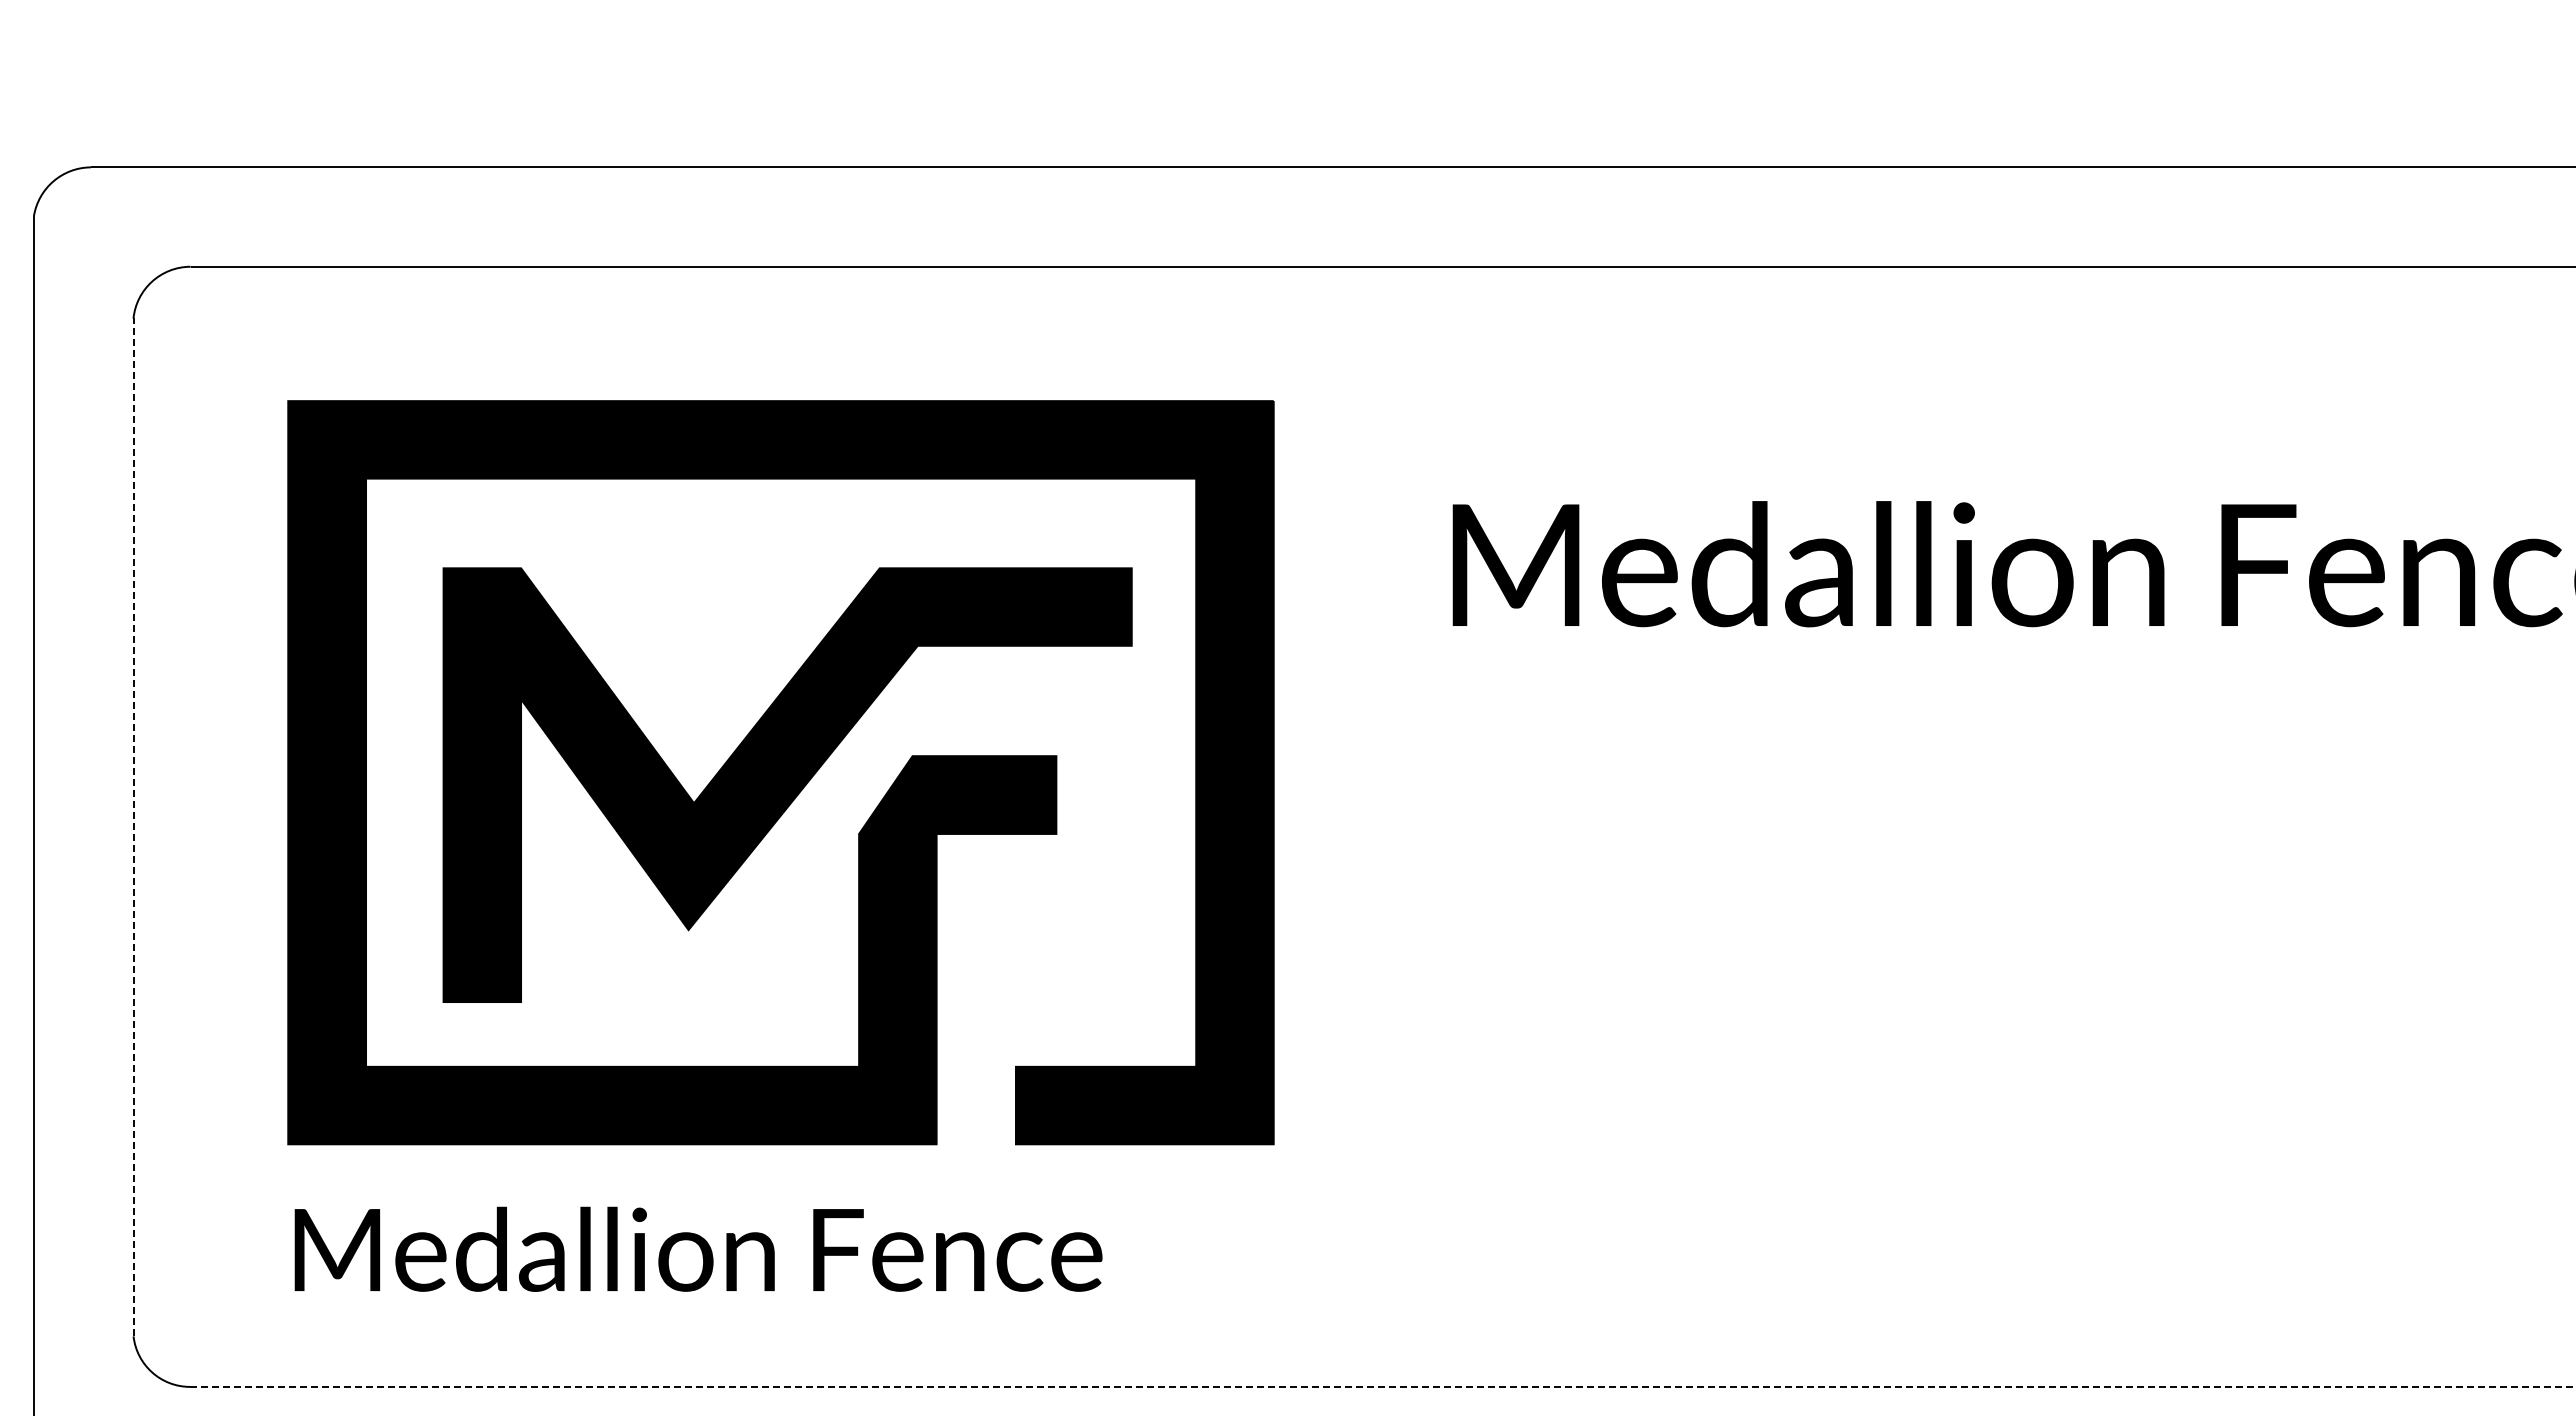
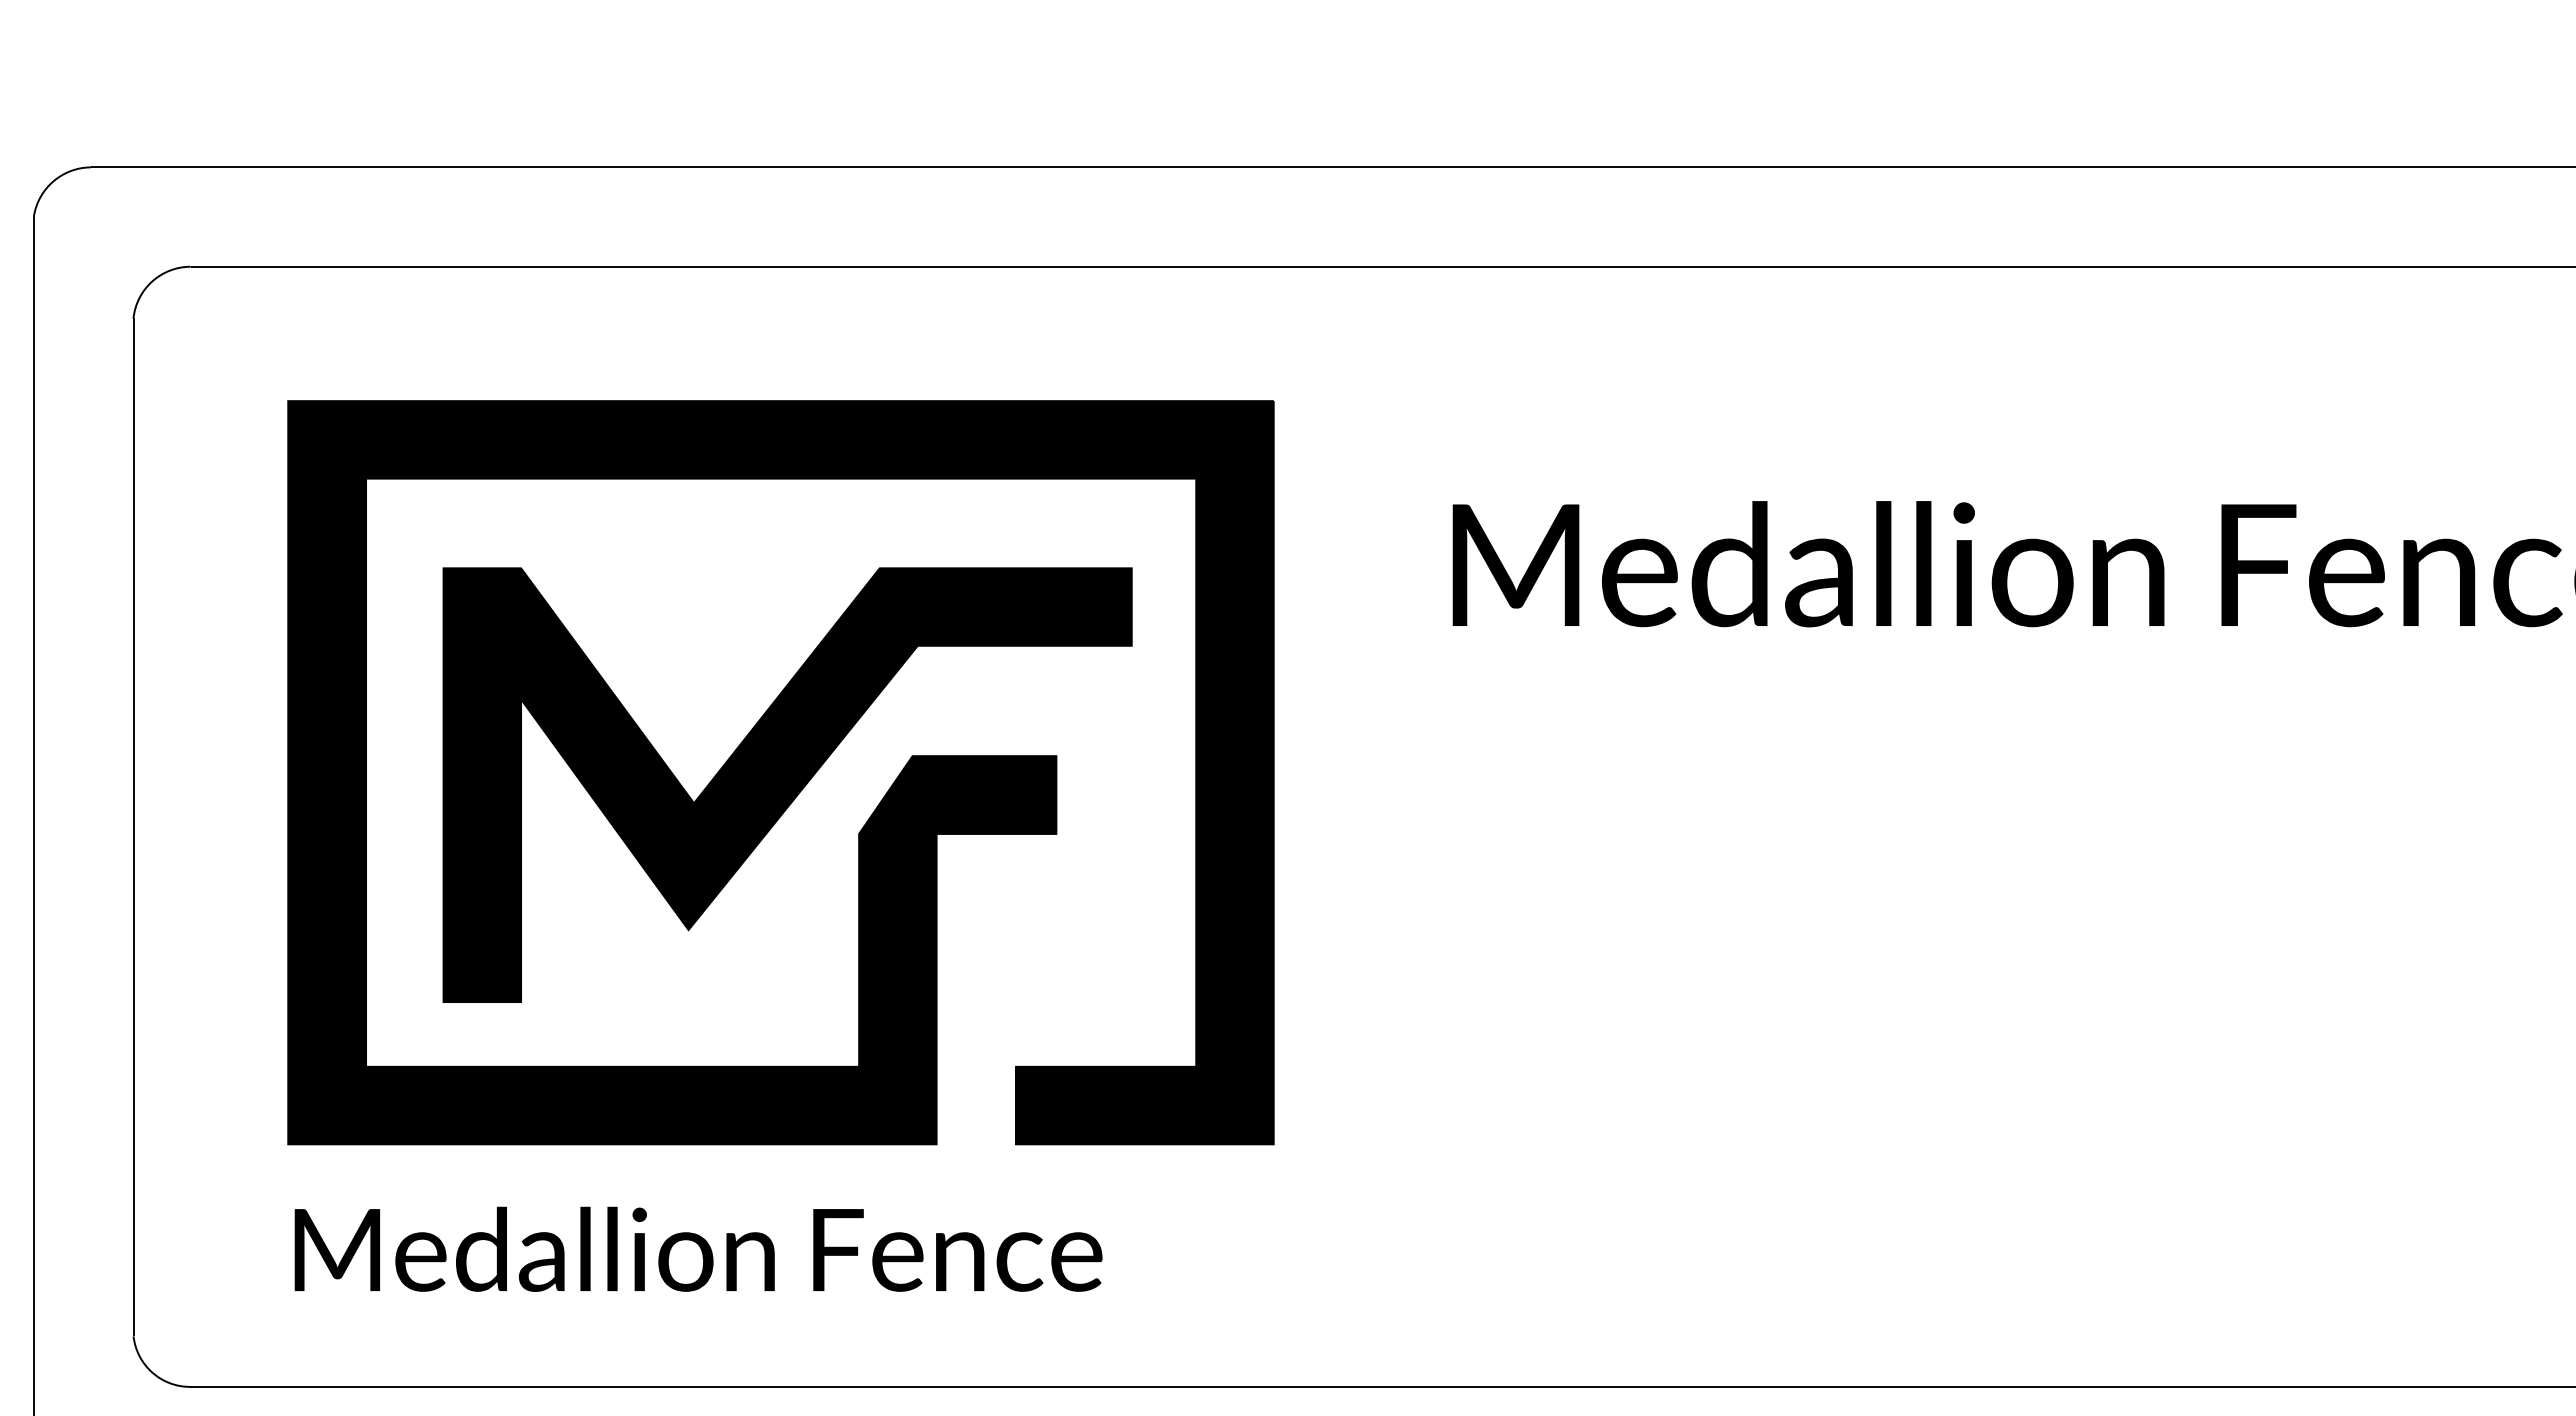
line at (133, 826): dashed -> solid
line at (1382, 1386): dashed -> solid
